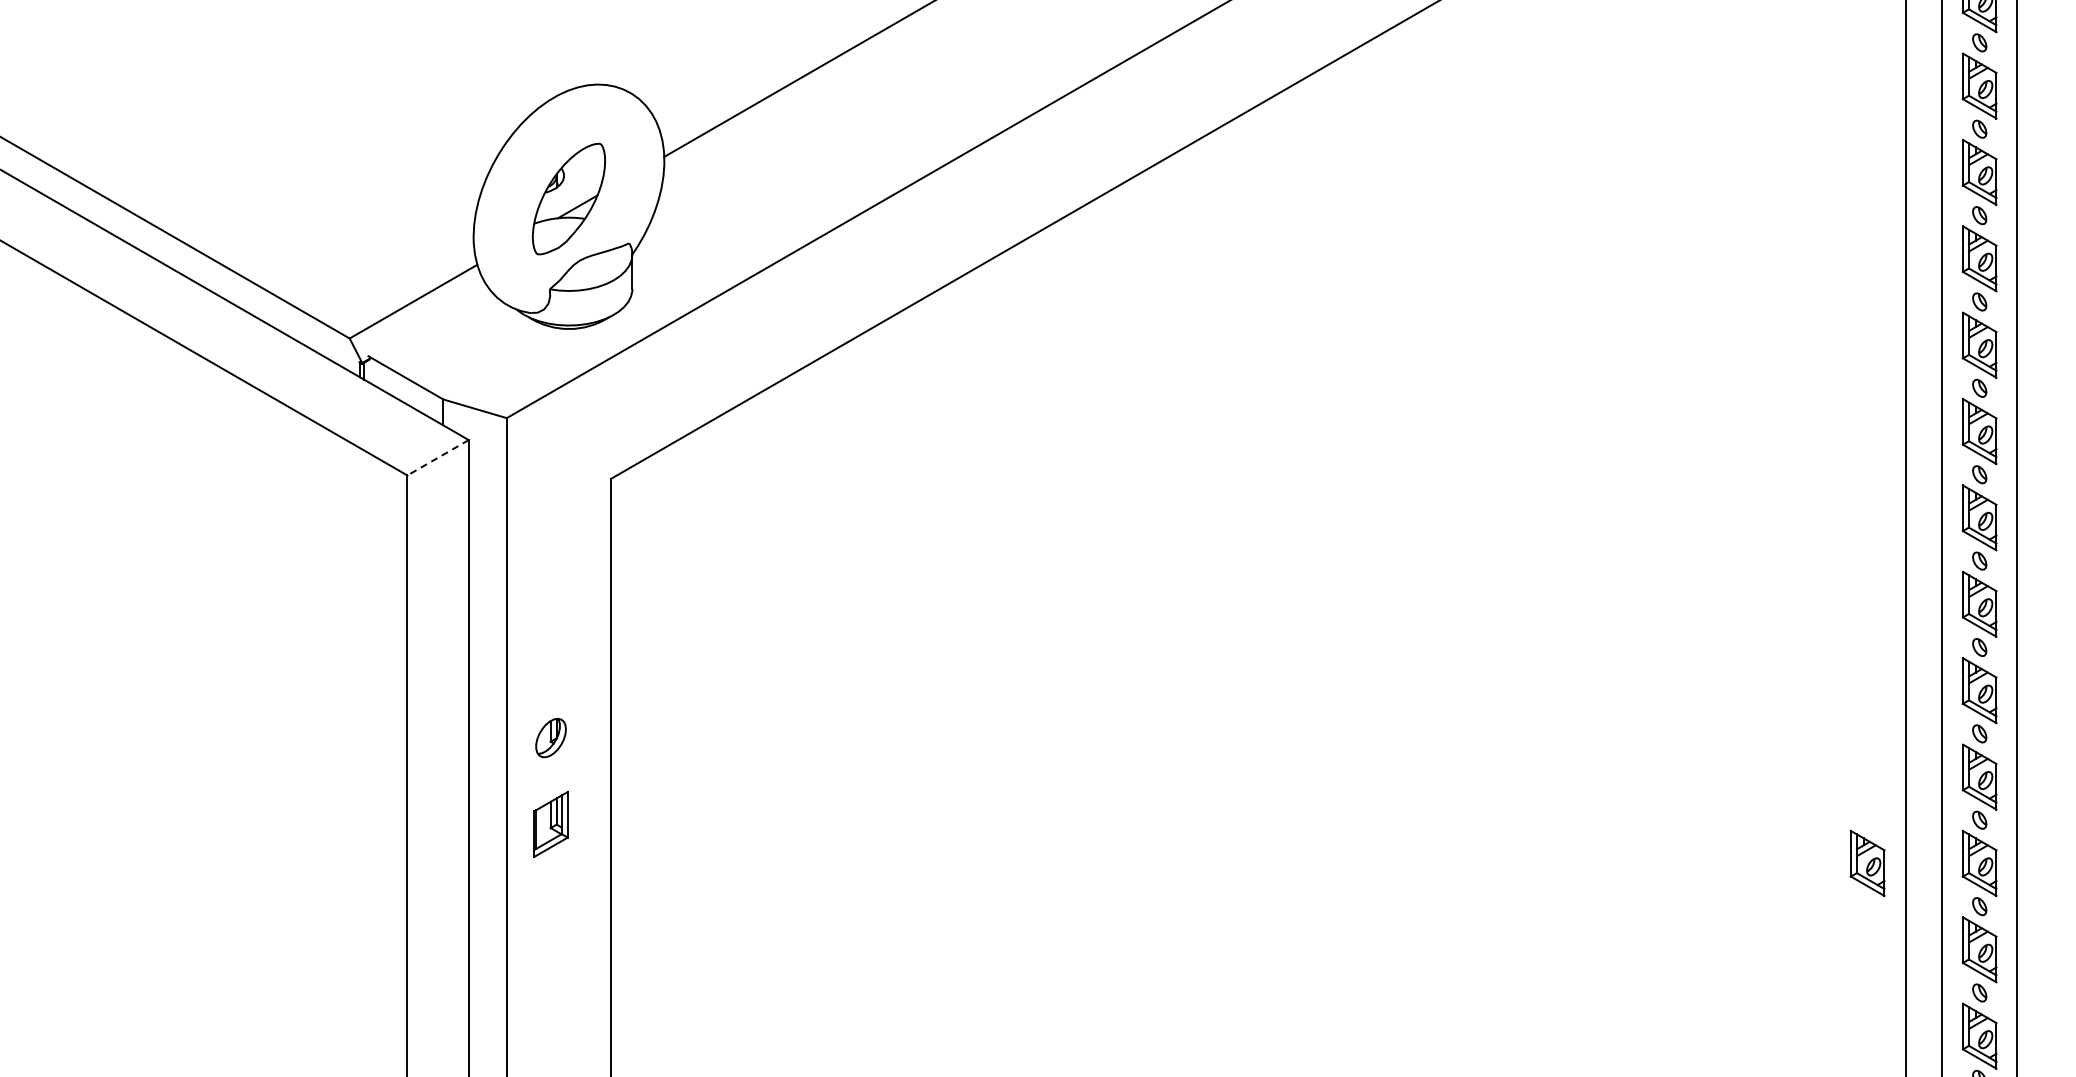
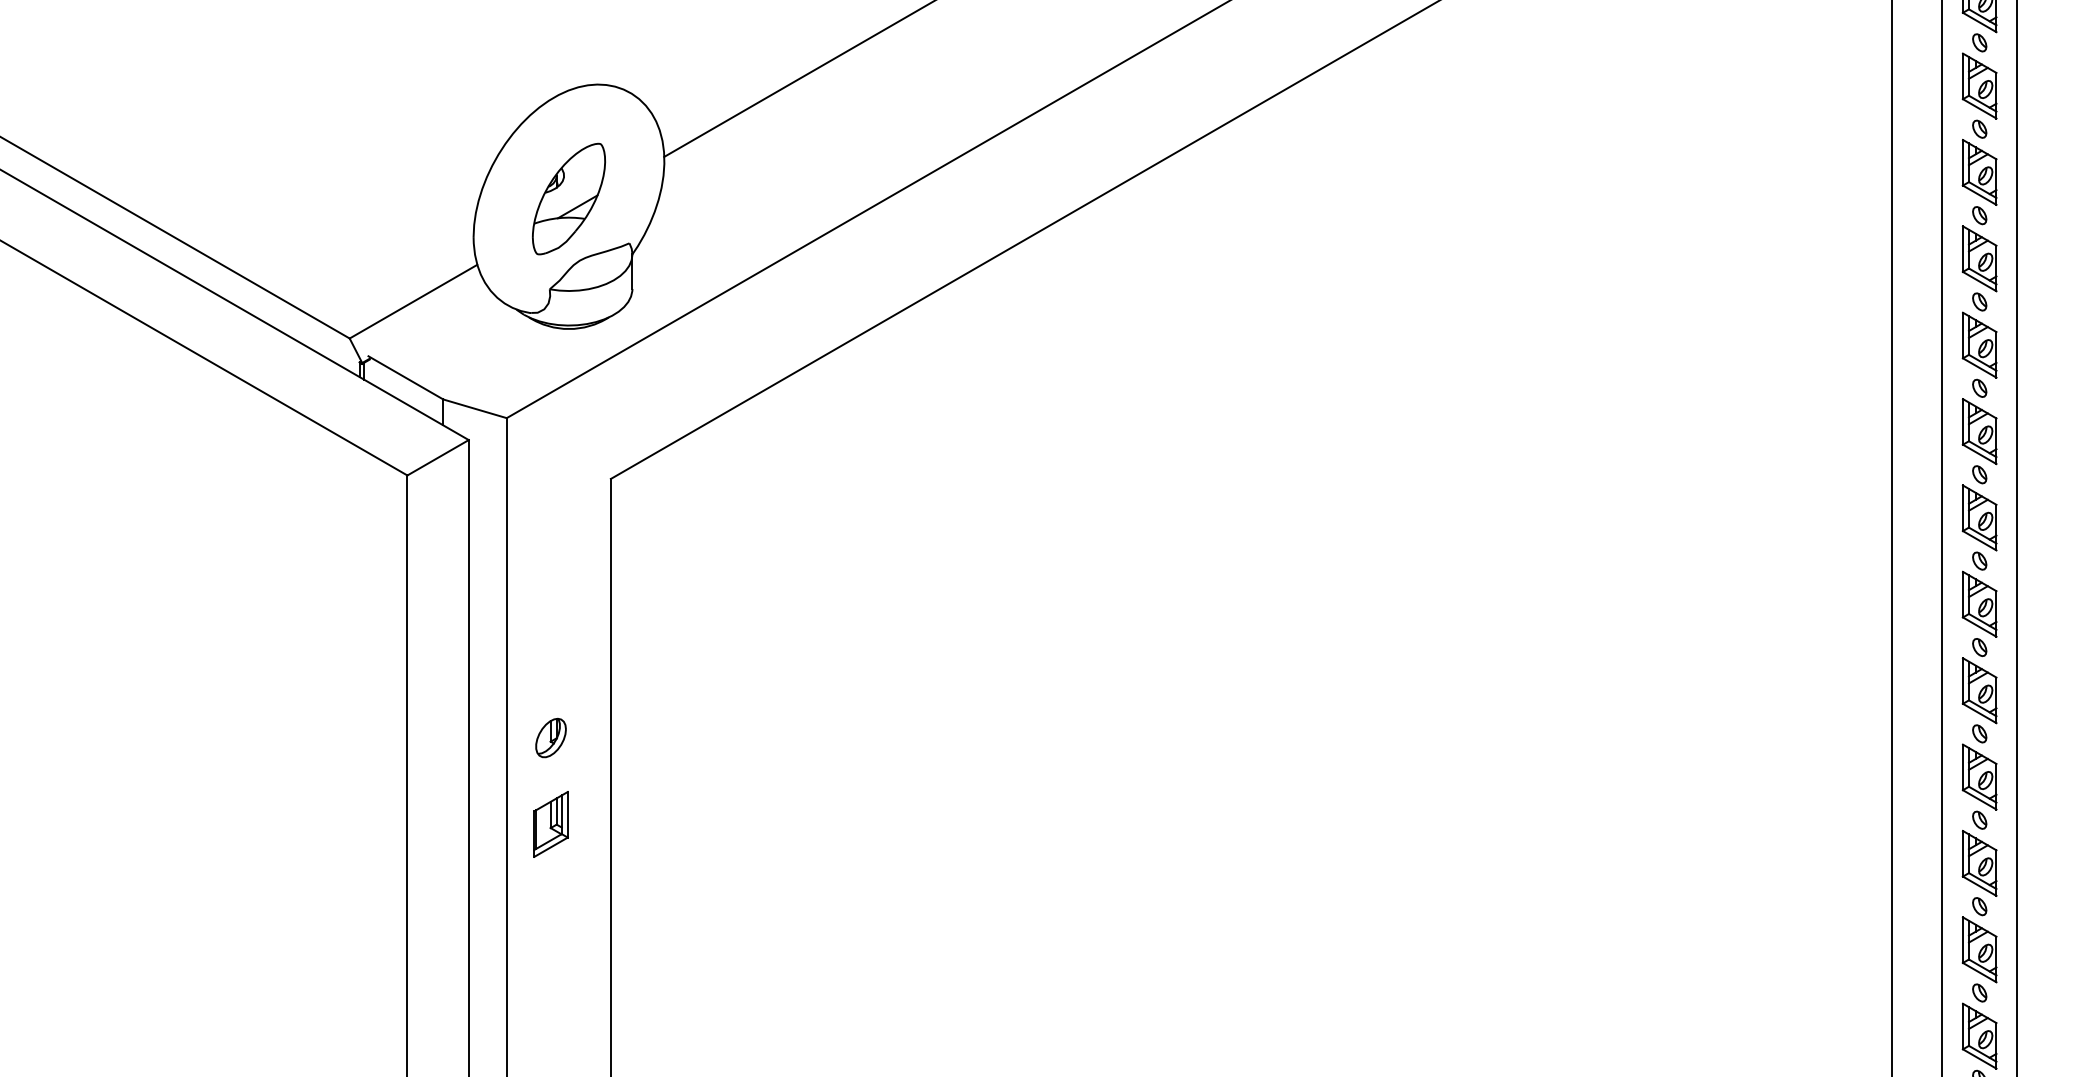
line at (437, 458): dashed -> solid
line at (1906, 537) position: (1906, 537) -> (1892, 537)
part at (1867, 863): present -> none
